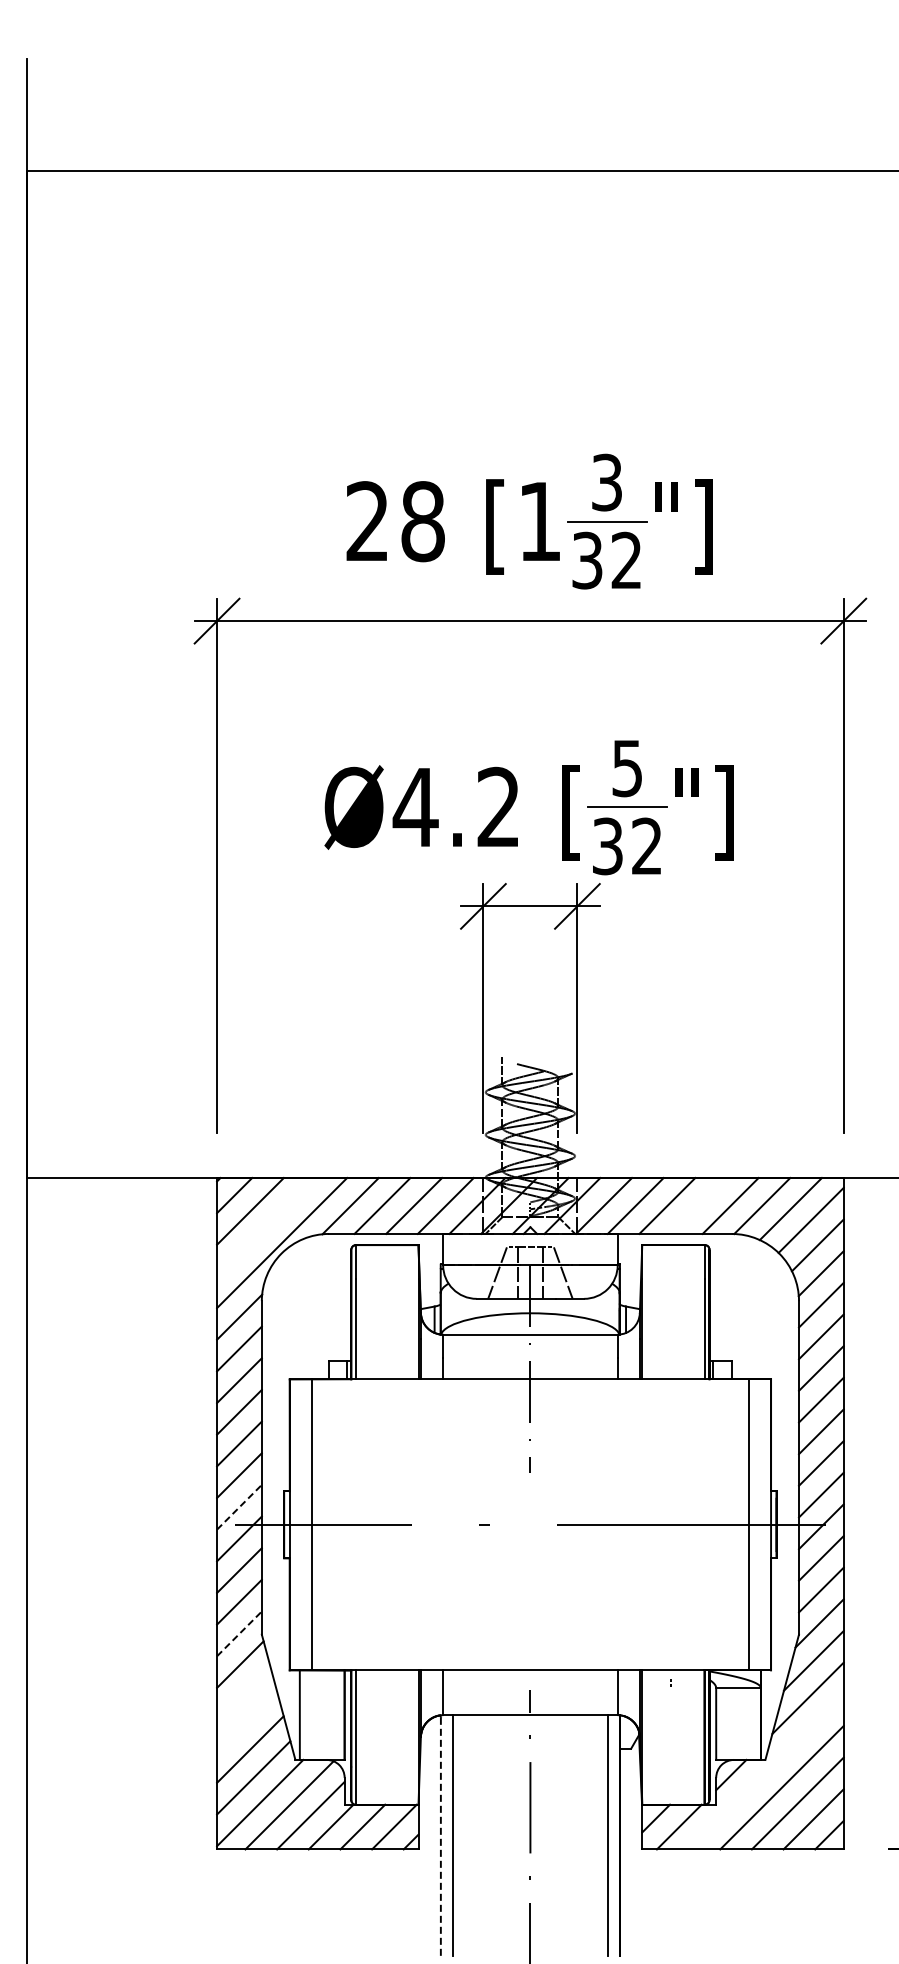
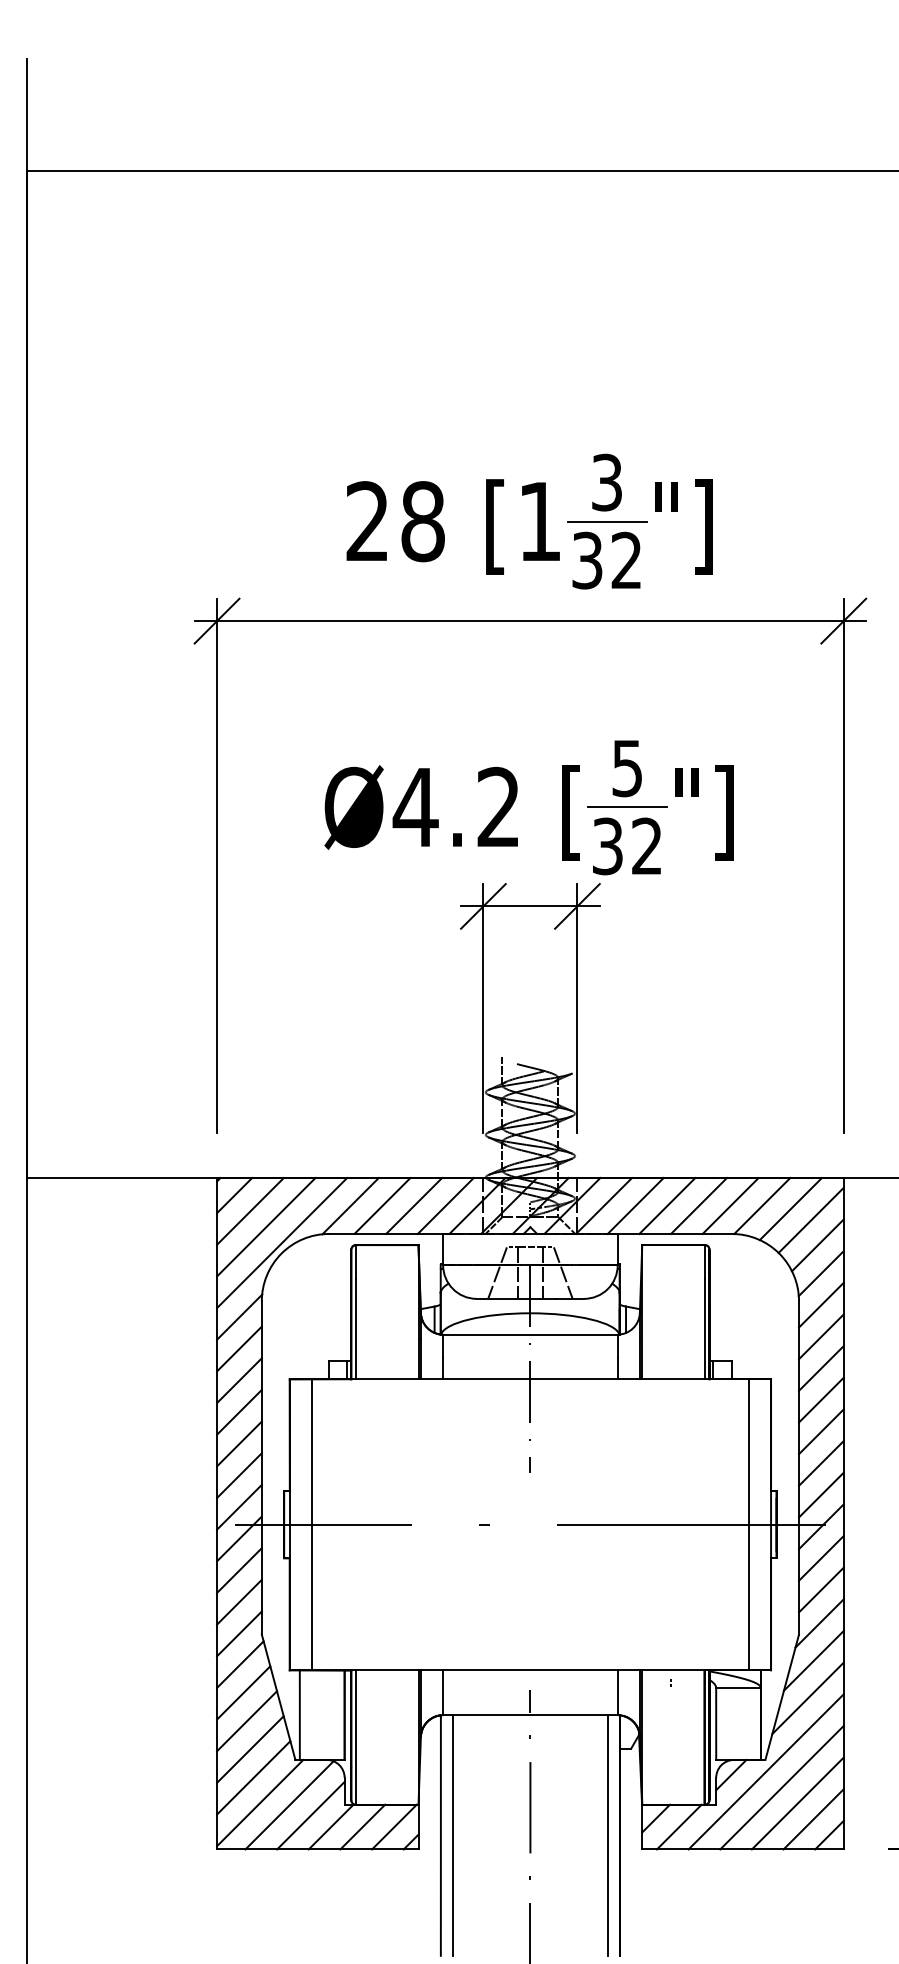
line at (699, 1205): none -> present
line at (266, 1227): none -> present
line at (239, 1507): dashed -> solid
line at (239, 1633): dashed -> solid
line at (243, 1692): none -> present
line at (247, 1721): none -> present
line at (765, 1771): none -> present
line at (440, 1835): dashed -> solid
